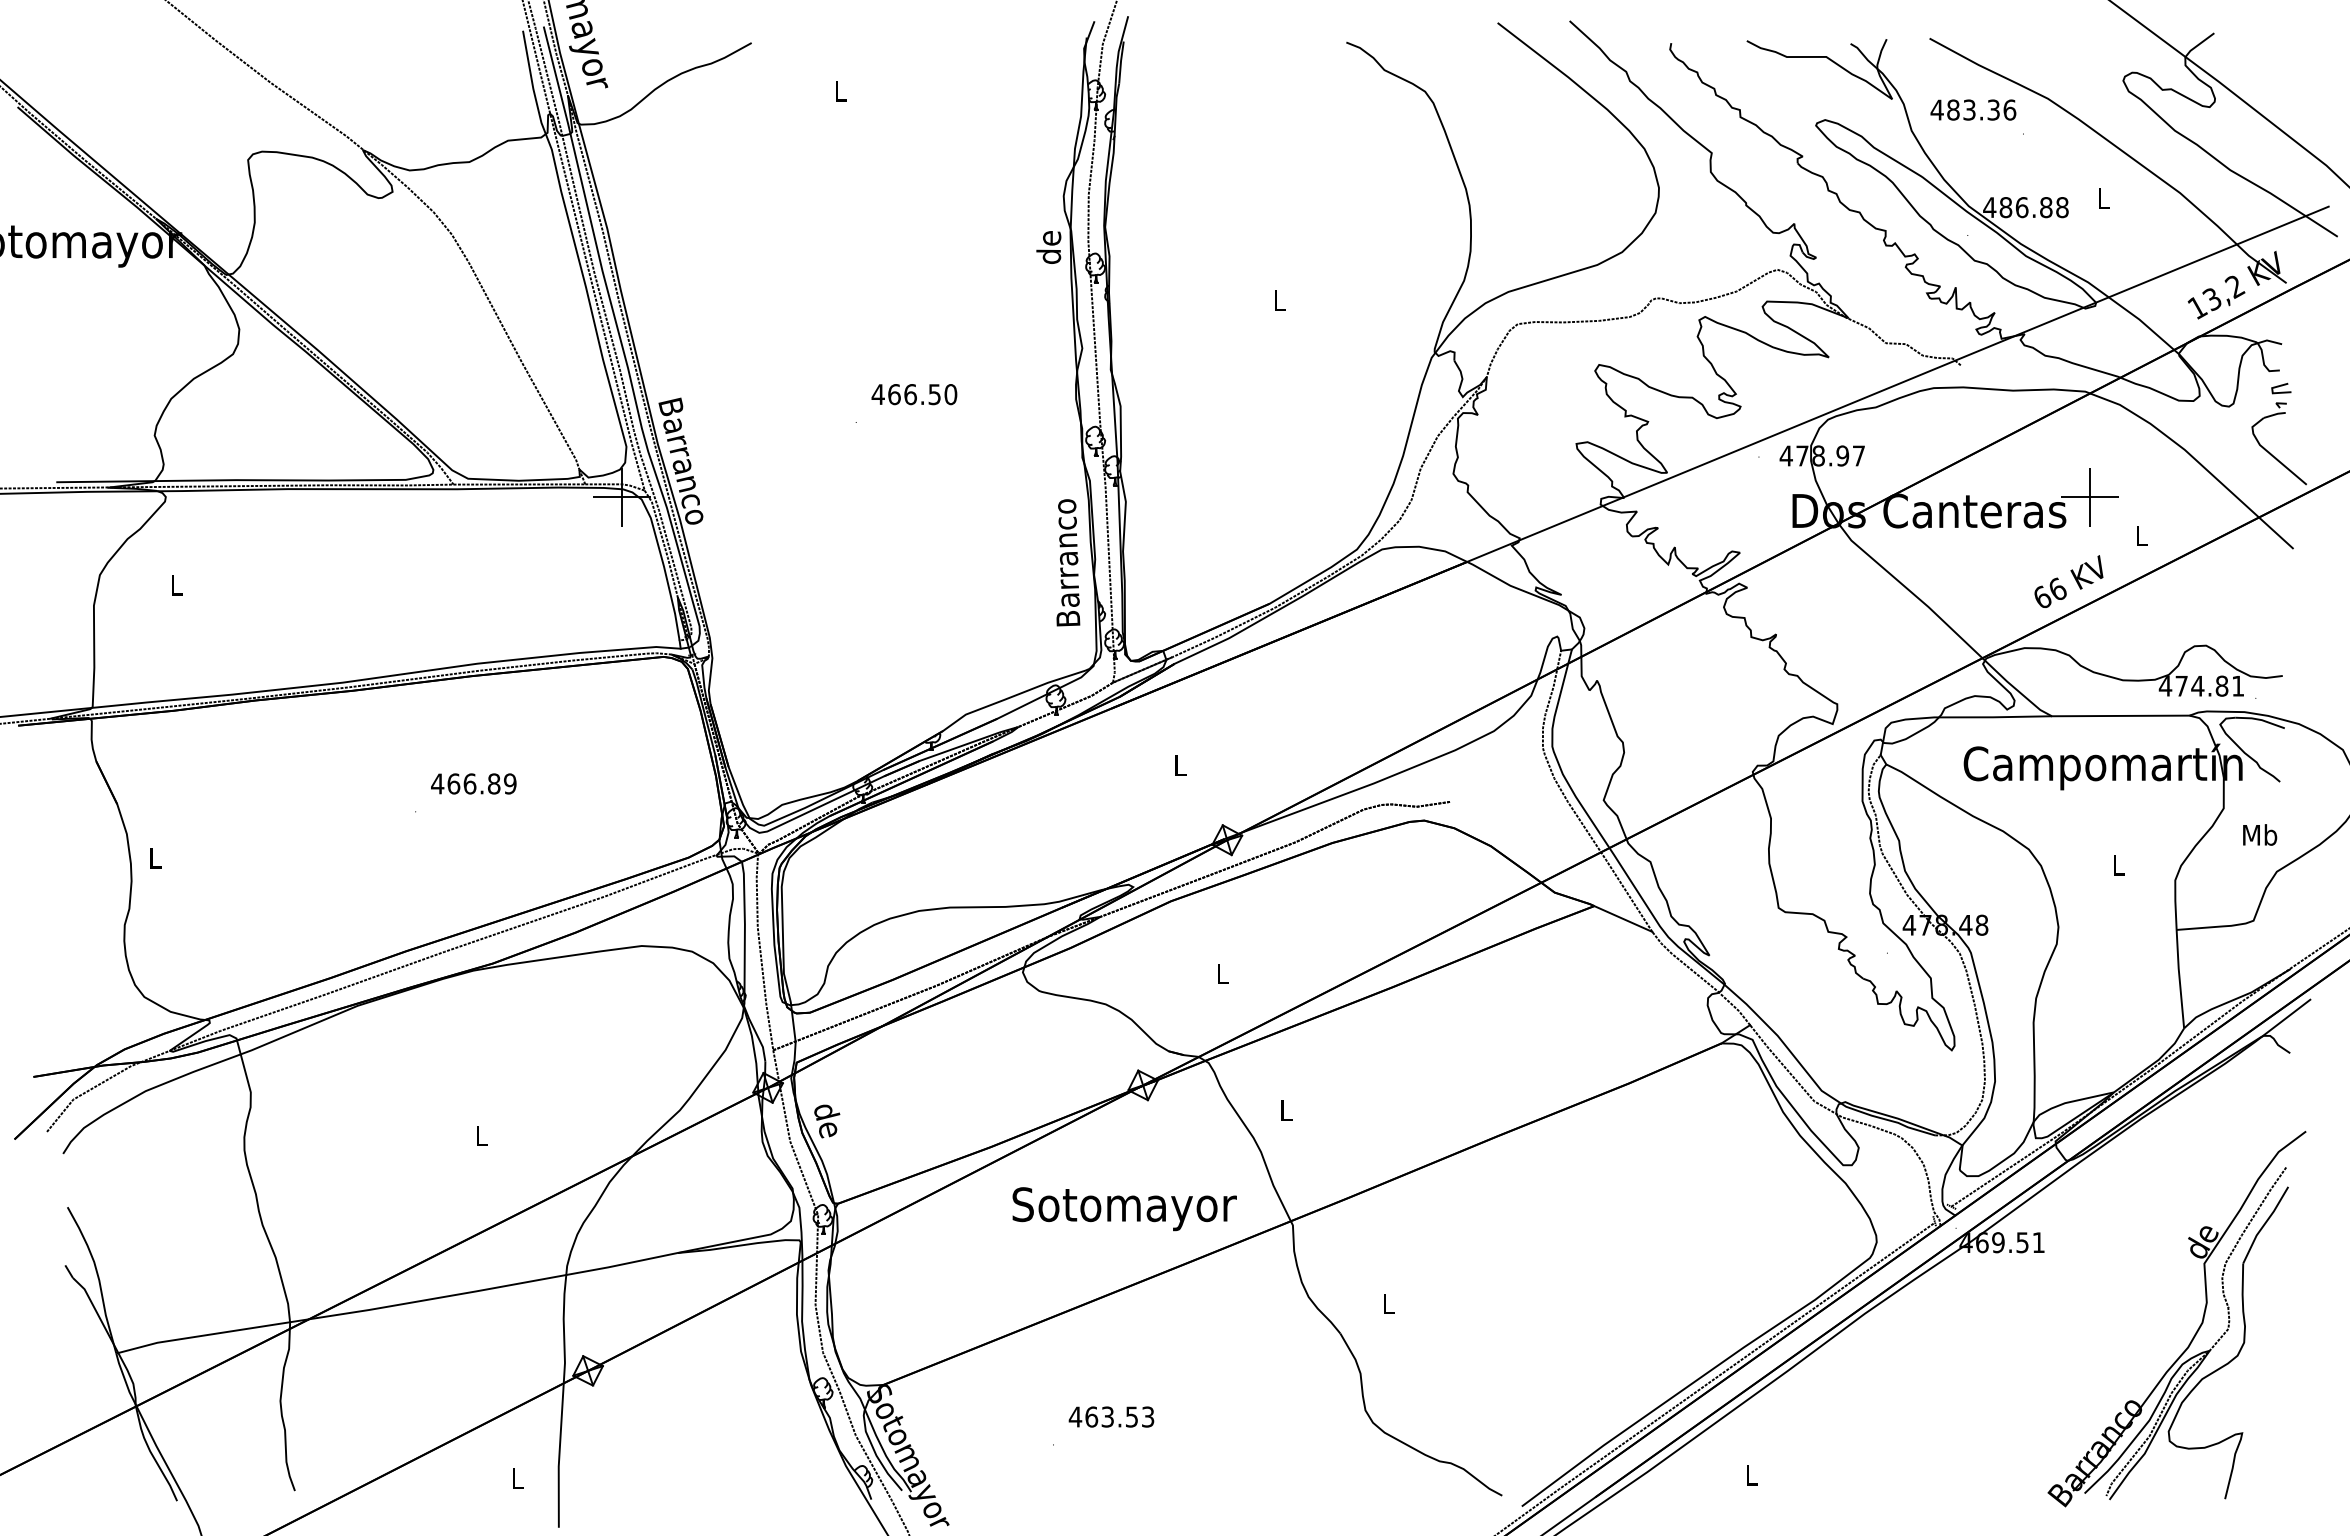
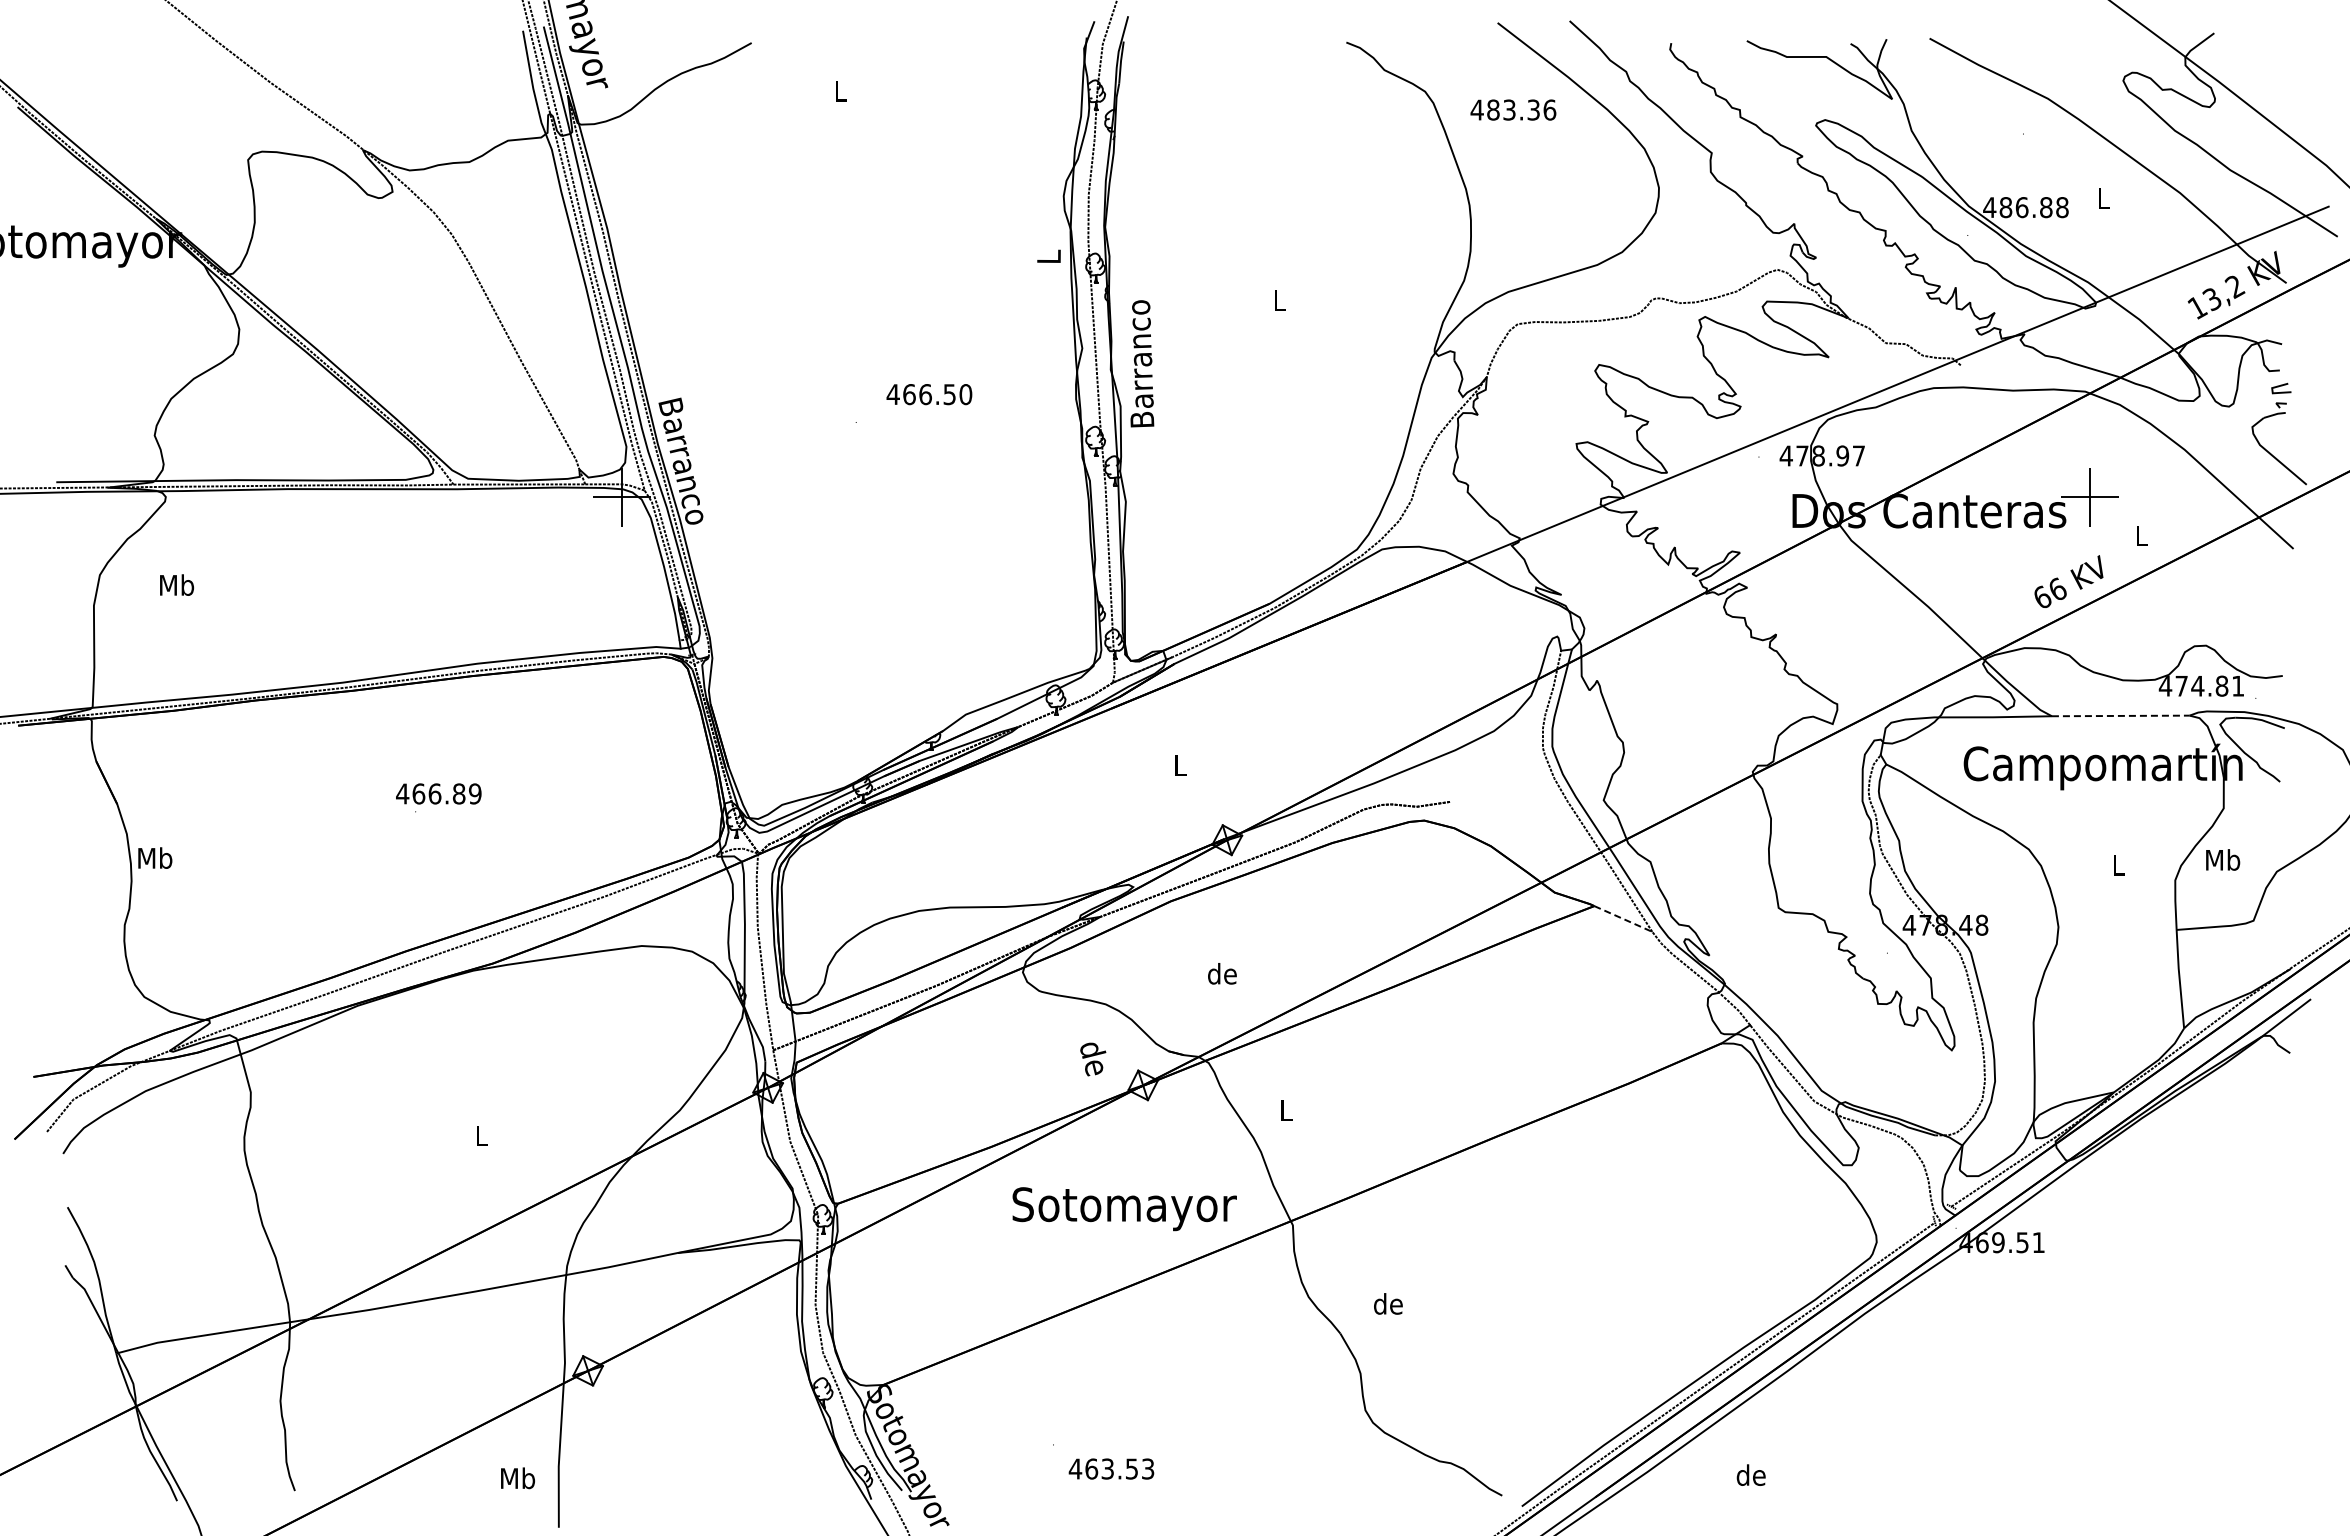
text at (1973, 109) position: (1973, 109) -> (1513, 109)
text at (1048, 247): de -> L
text at (914, 394) position: (914, 394) -> (929, 394)
text at (1068, 562) position: (1068, 562) -> (1142, 363)
text at (177, 584): L -> Mb
line at (2120, 715): solid -> dashed
text at (473, 783) position: (473, 783) -> (438, 793)
text at (2260, 834) position: (2260, 834) -> (2223, 859)
text at (155, 857): L -> Mb
line at (1623, 918): solid -> dashed
text at (1222, 973): L -> de
text at (827, 1121) position: (827, 1121) -> (1093, 1059)
text at (1388, 1303): L -> de
part at (2196, 1330): present -> none
text at (1111, 1416) position: (1111, 1416) -> (1111, 1468)
text at (1750, 1474): L -> de
text at (518, 1478): L -> Mb
